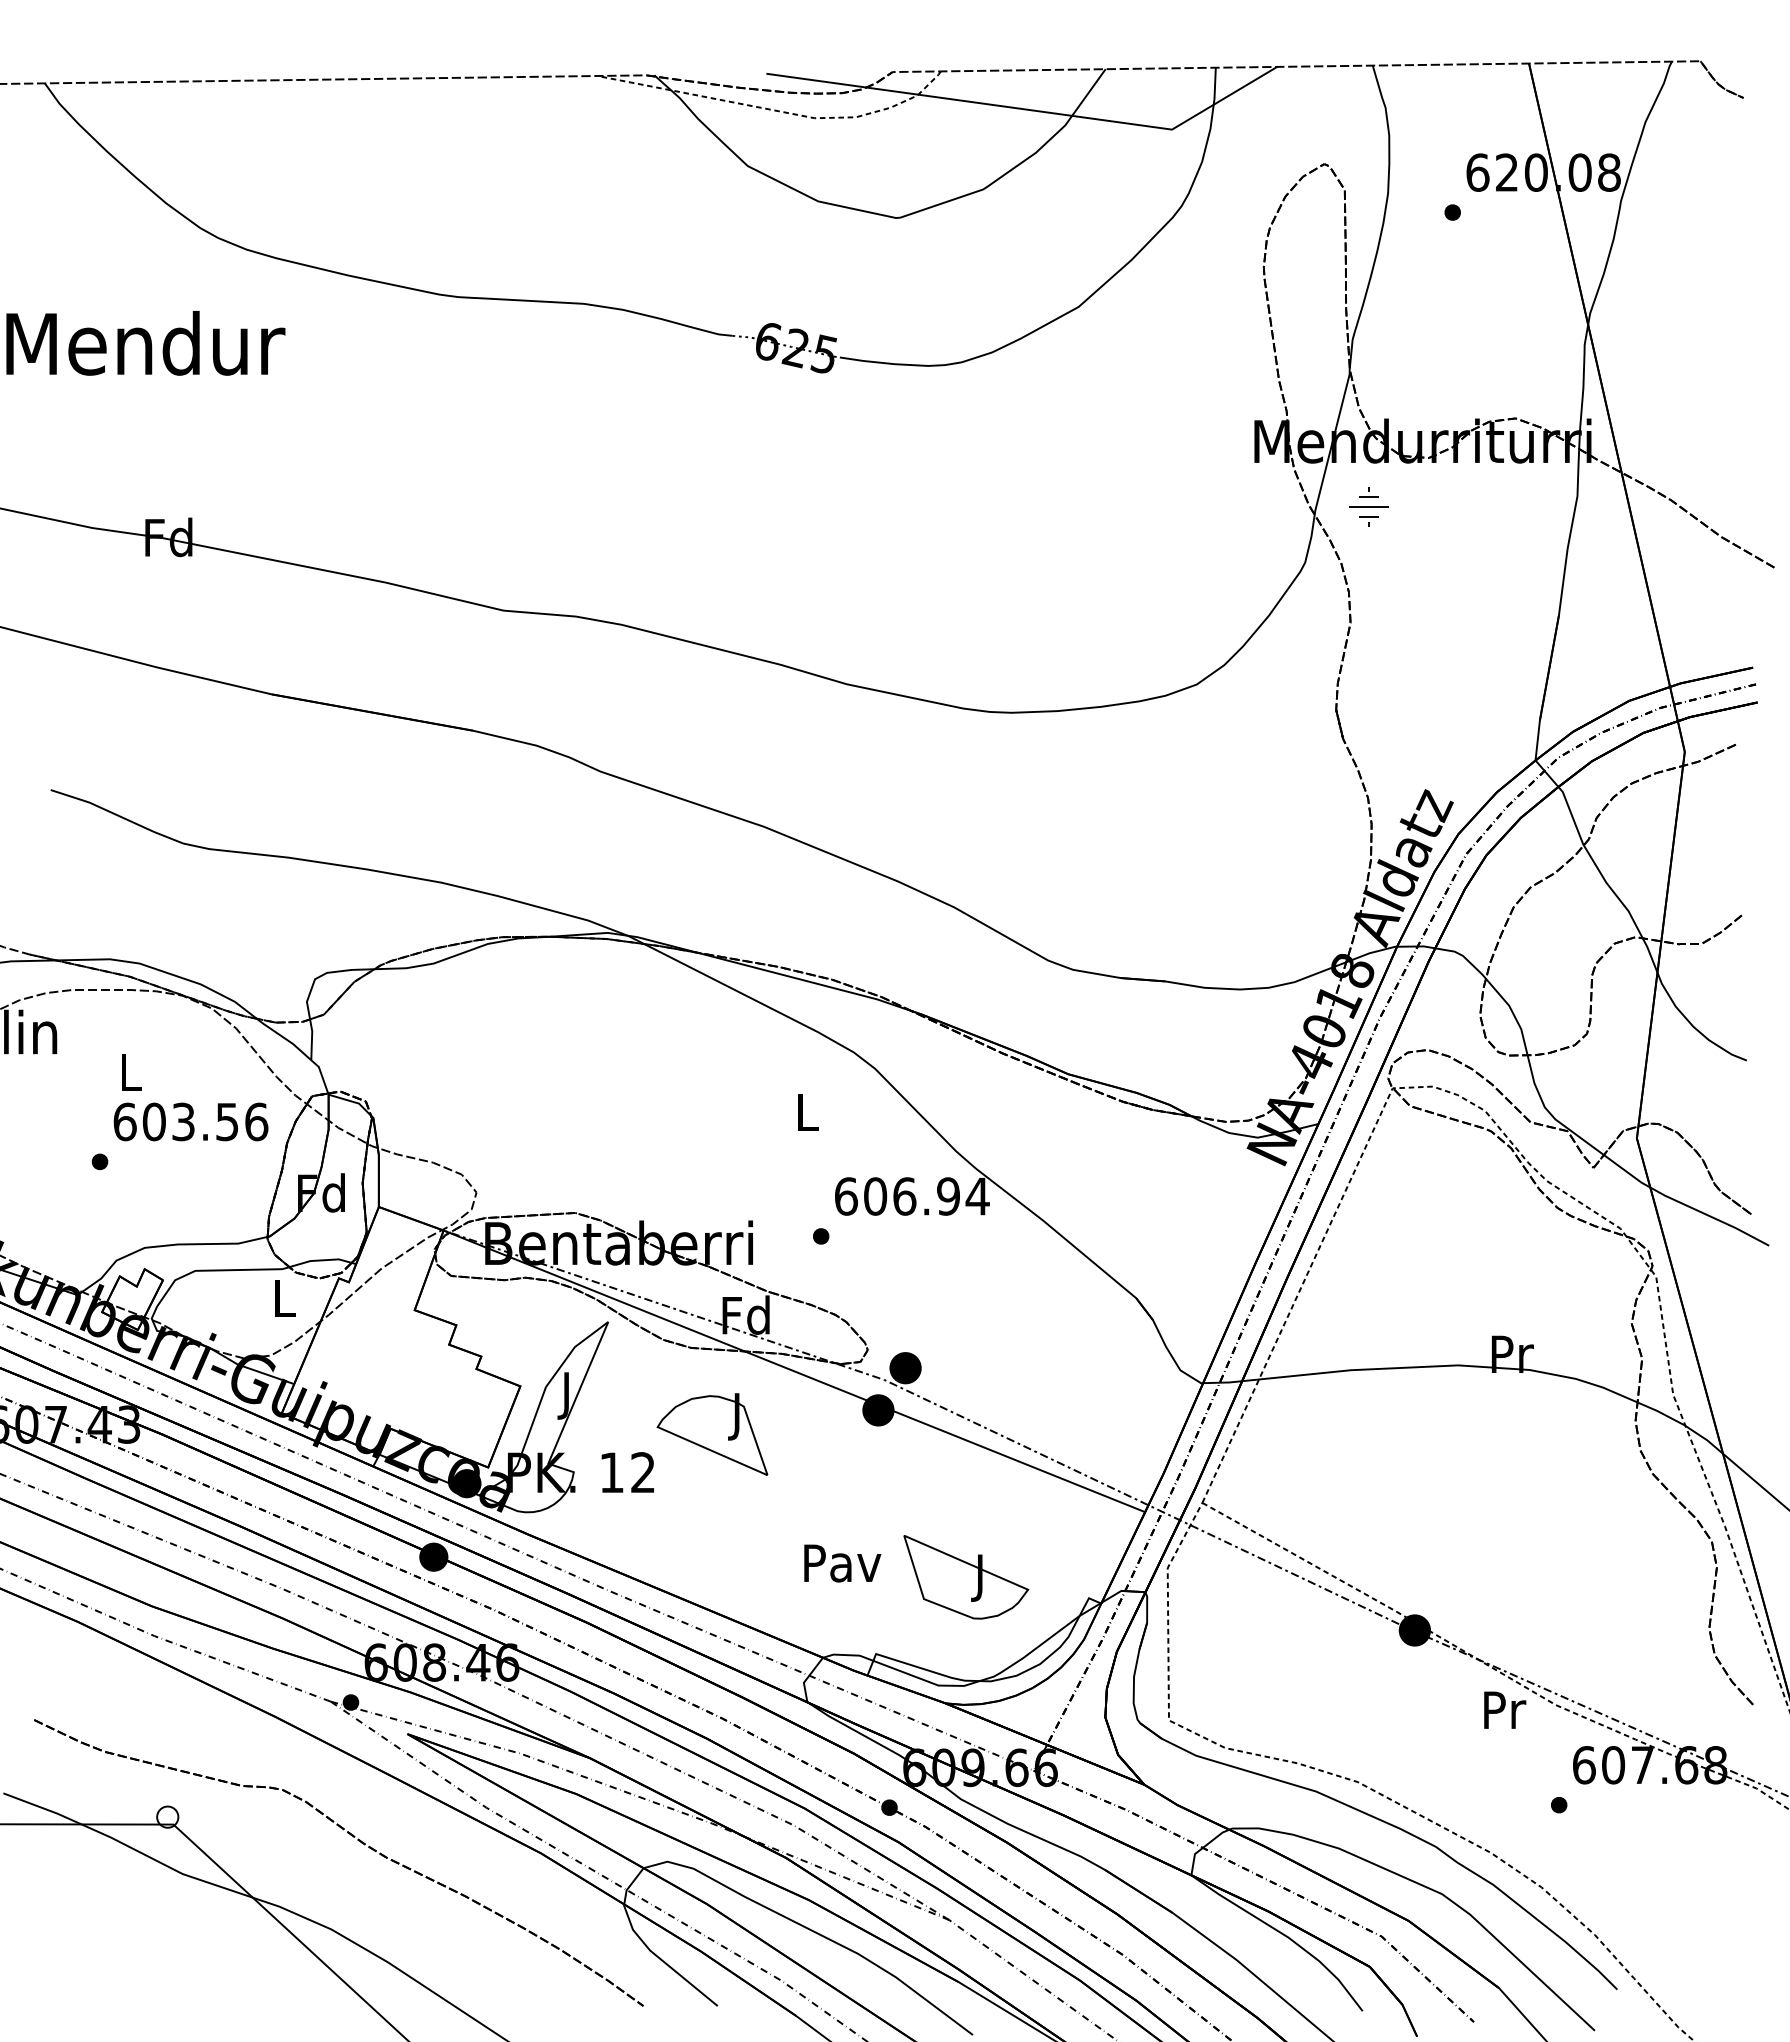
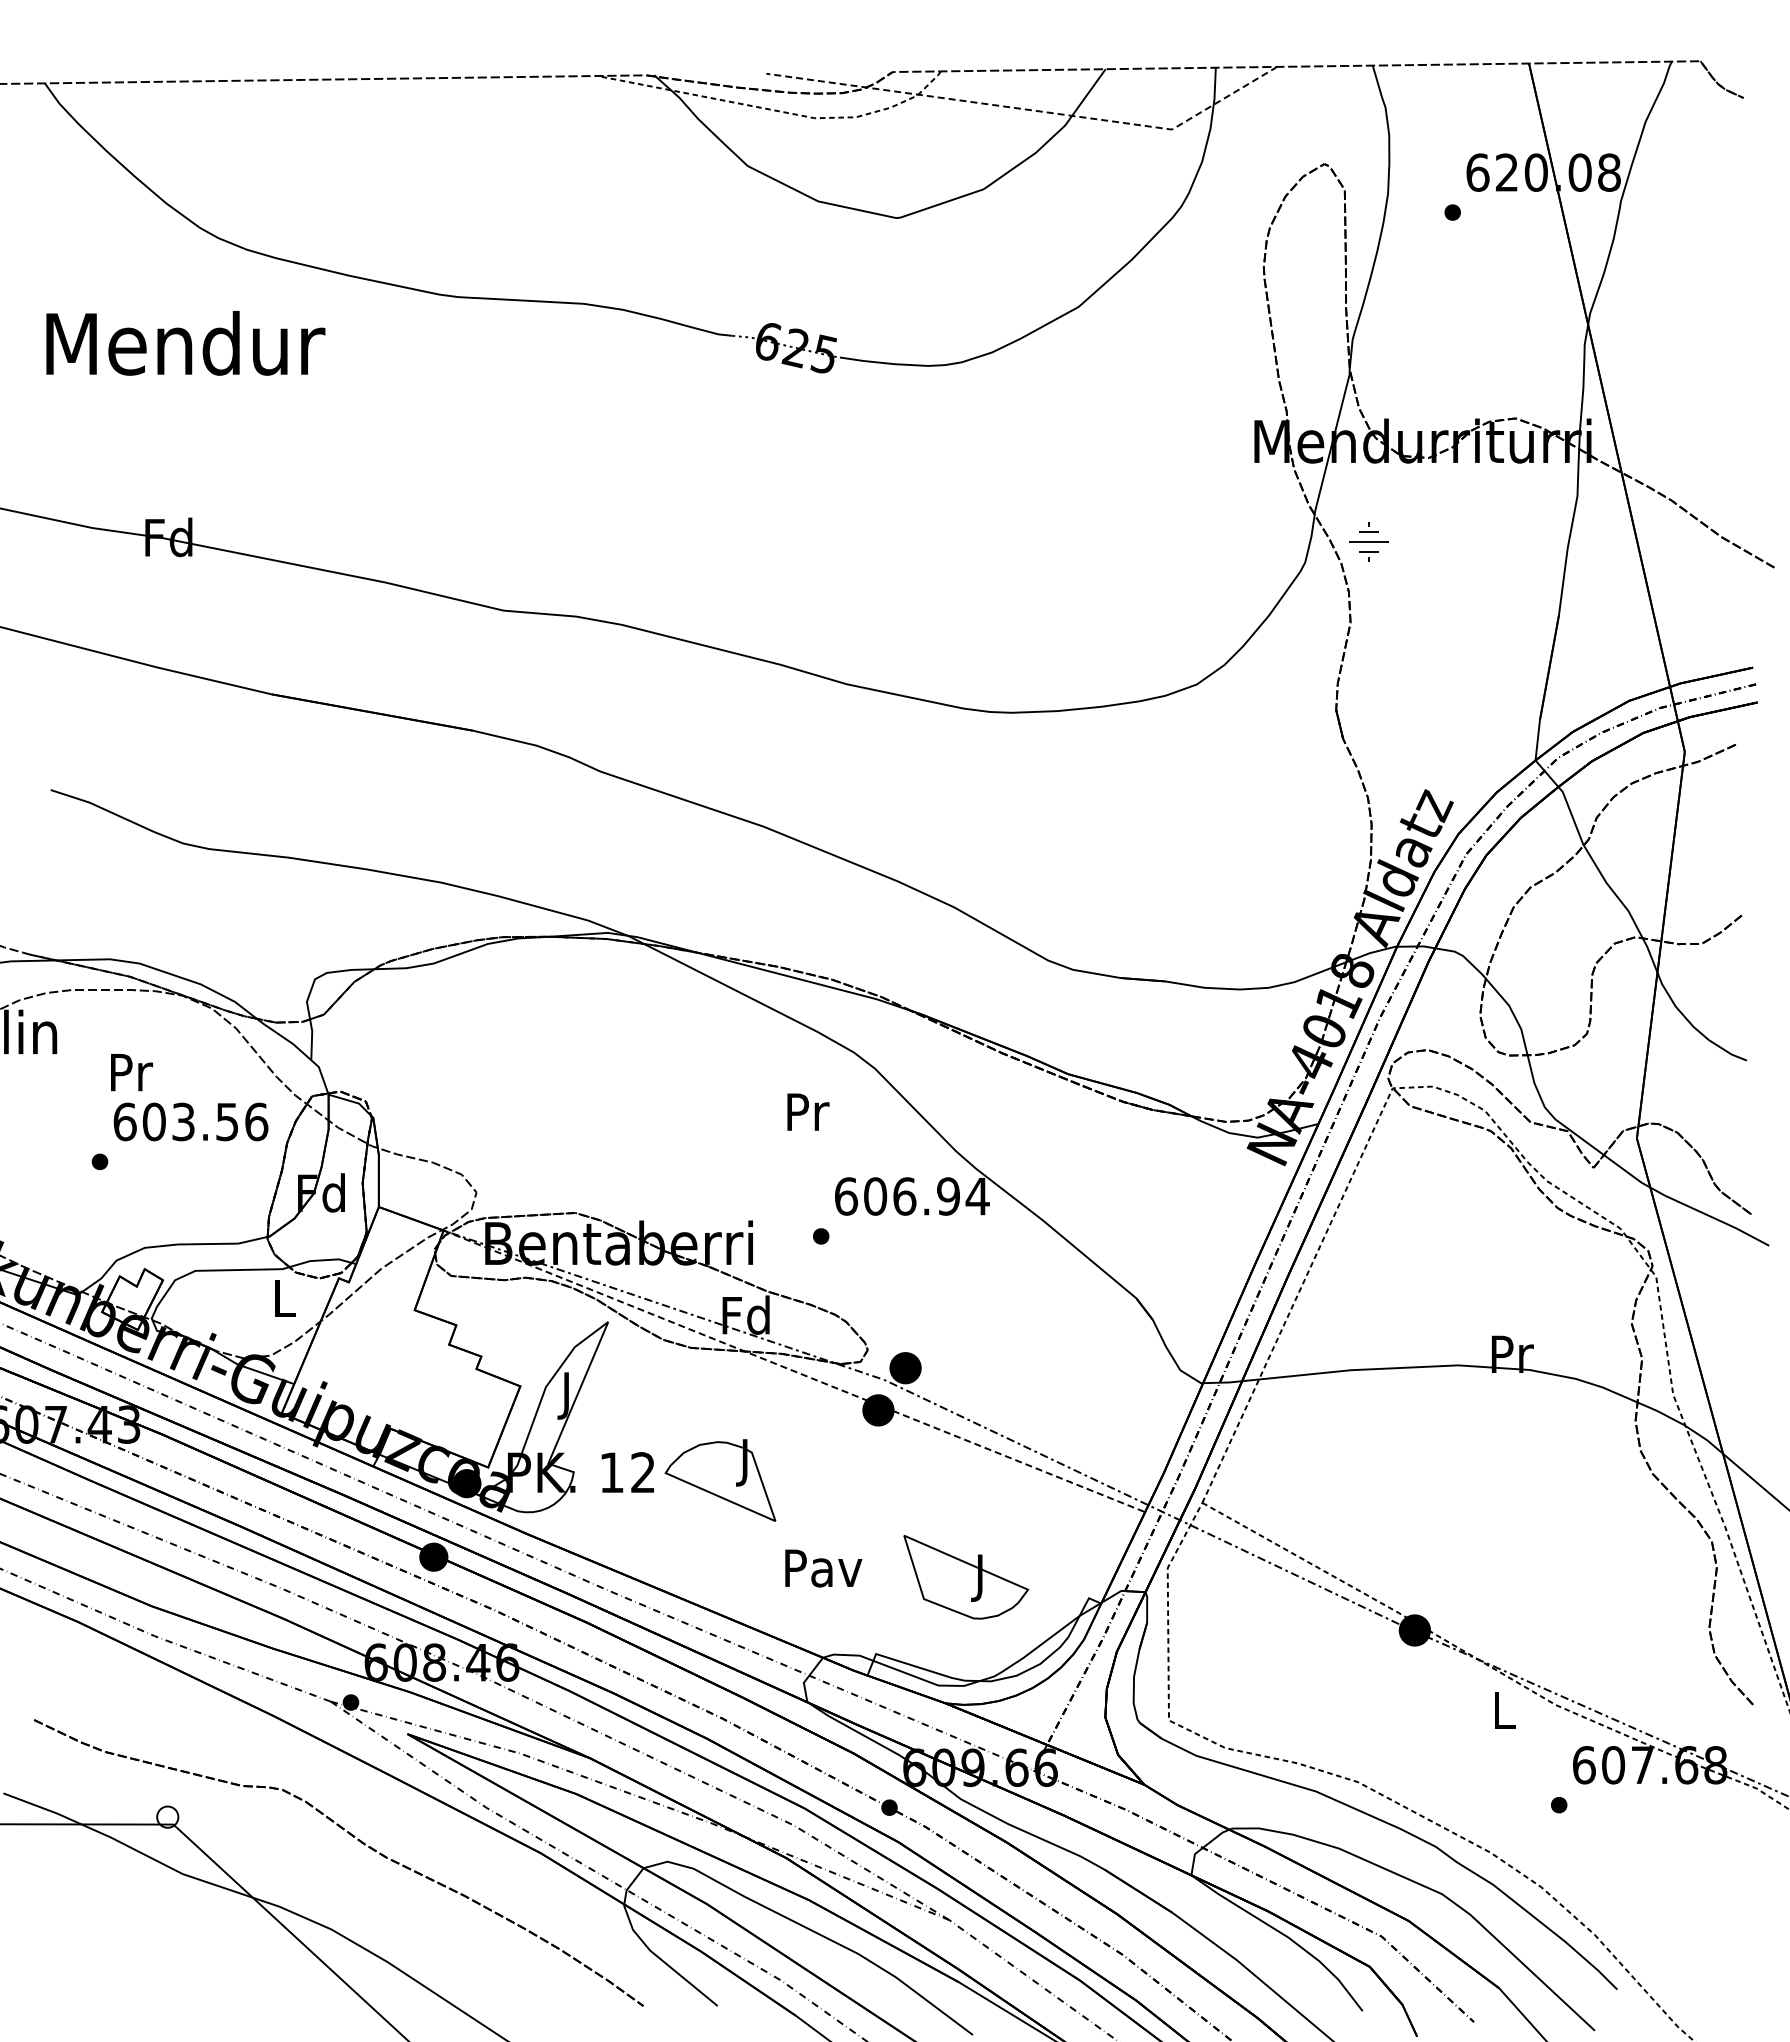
line at (1030, 110): solid -> dashed
text at (145, 343) position: (145, 343) -> (185, 343)
part at (1368, 506) position: (1368, 506) -> (1368, 541)
text at (132, 1072): L -> Pr
text at (808, 1111): L -> Pr
line at (794, 1371): solid -> dashed
part at (712, 1434) position: (712, 1434) -> (720, 1480)
text at (842, 1563) position: (842, 1563) -> (823, 1568)
text at (1505, 1709): Pr -> L
